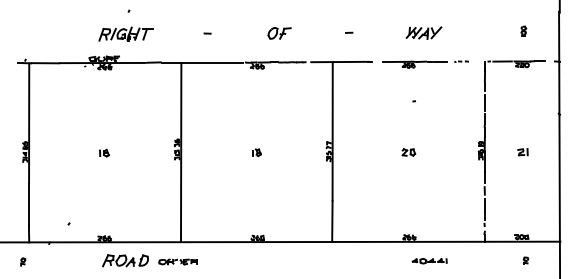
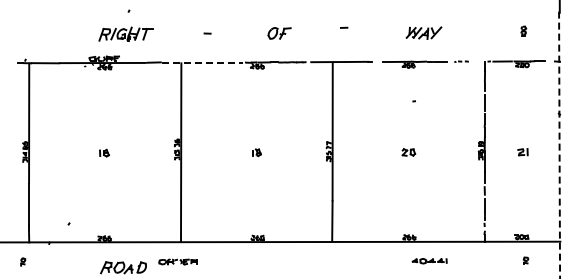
line at (349, 32) position: (349, 32) -> (344, 27)
line at (202, 62): solid -> dashed
line at (559, 145): solid -> dashed
part at (125, 260) position: (125, 260) -> (123, 267)
